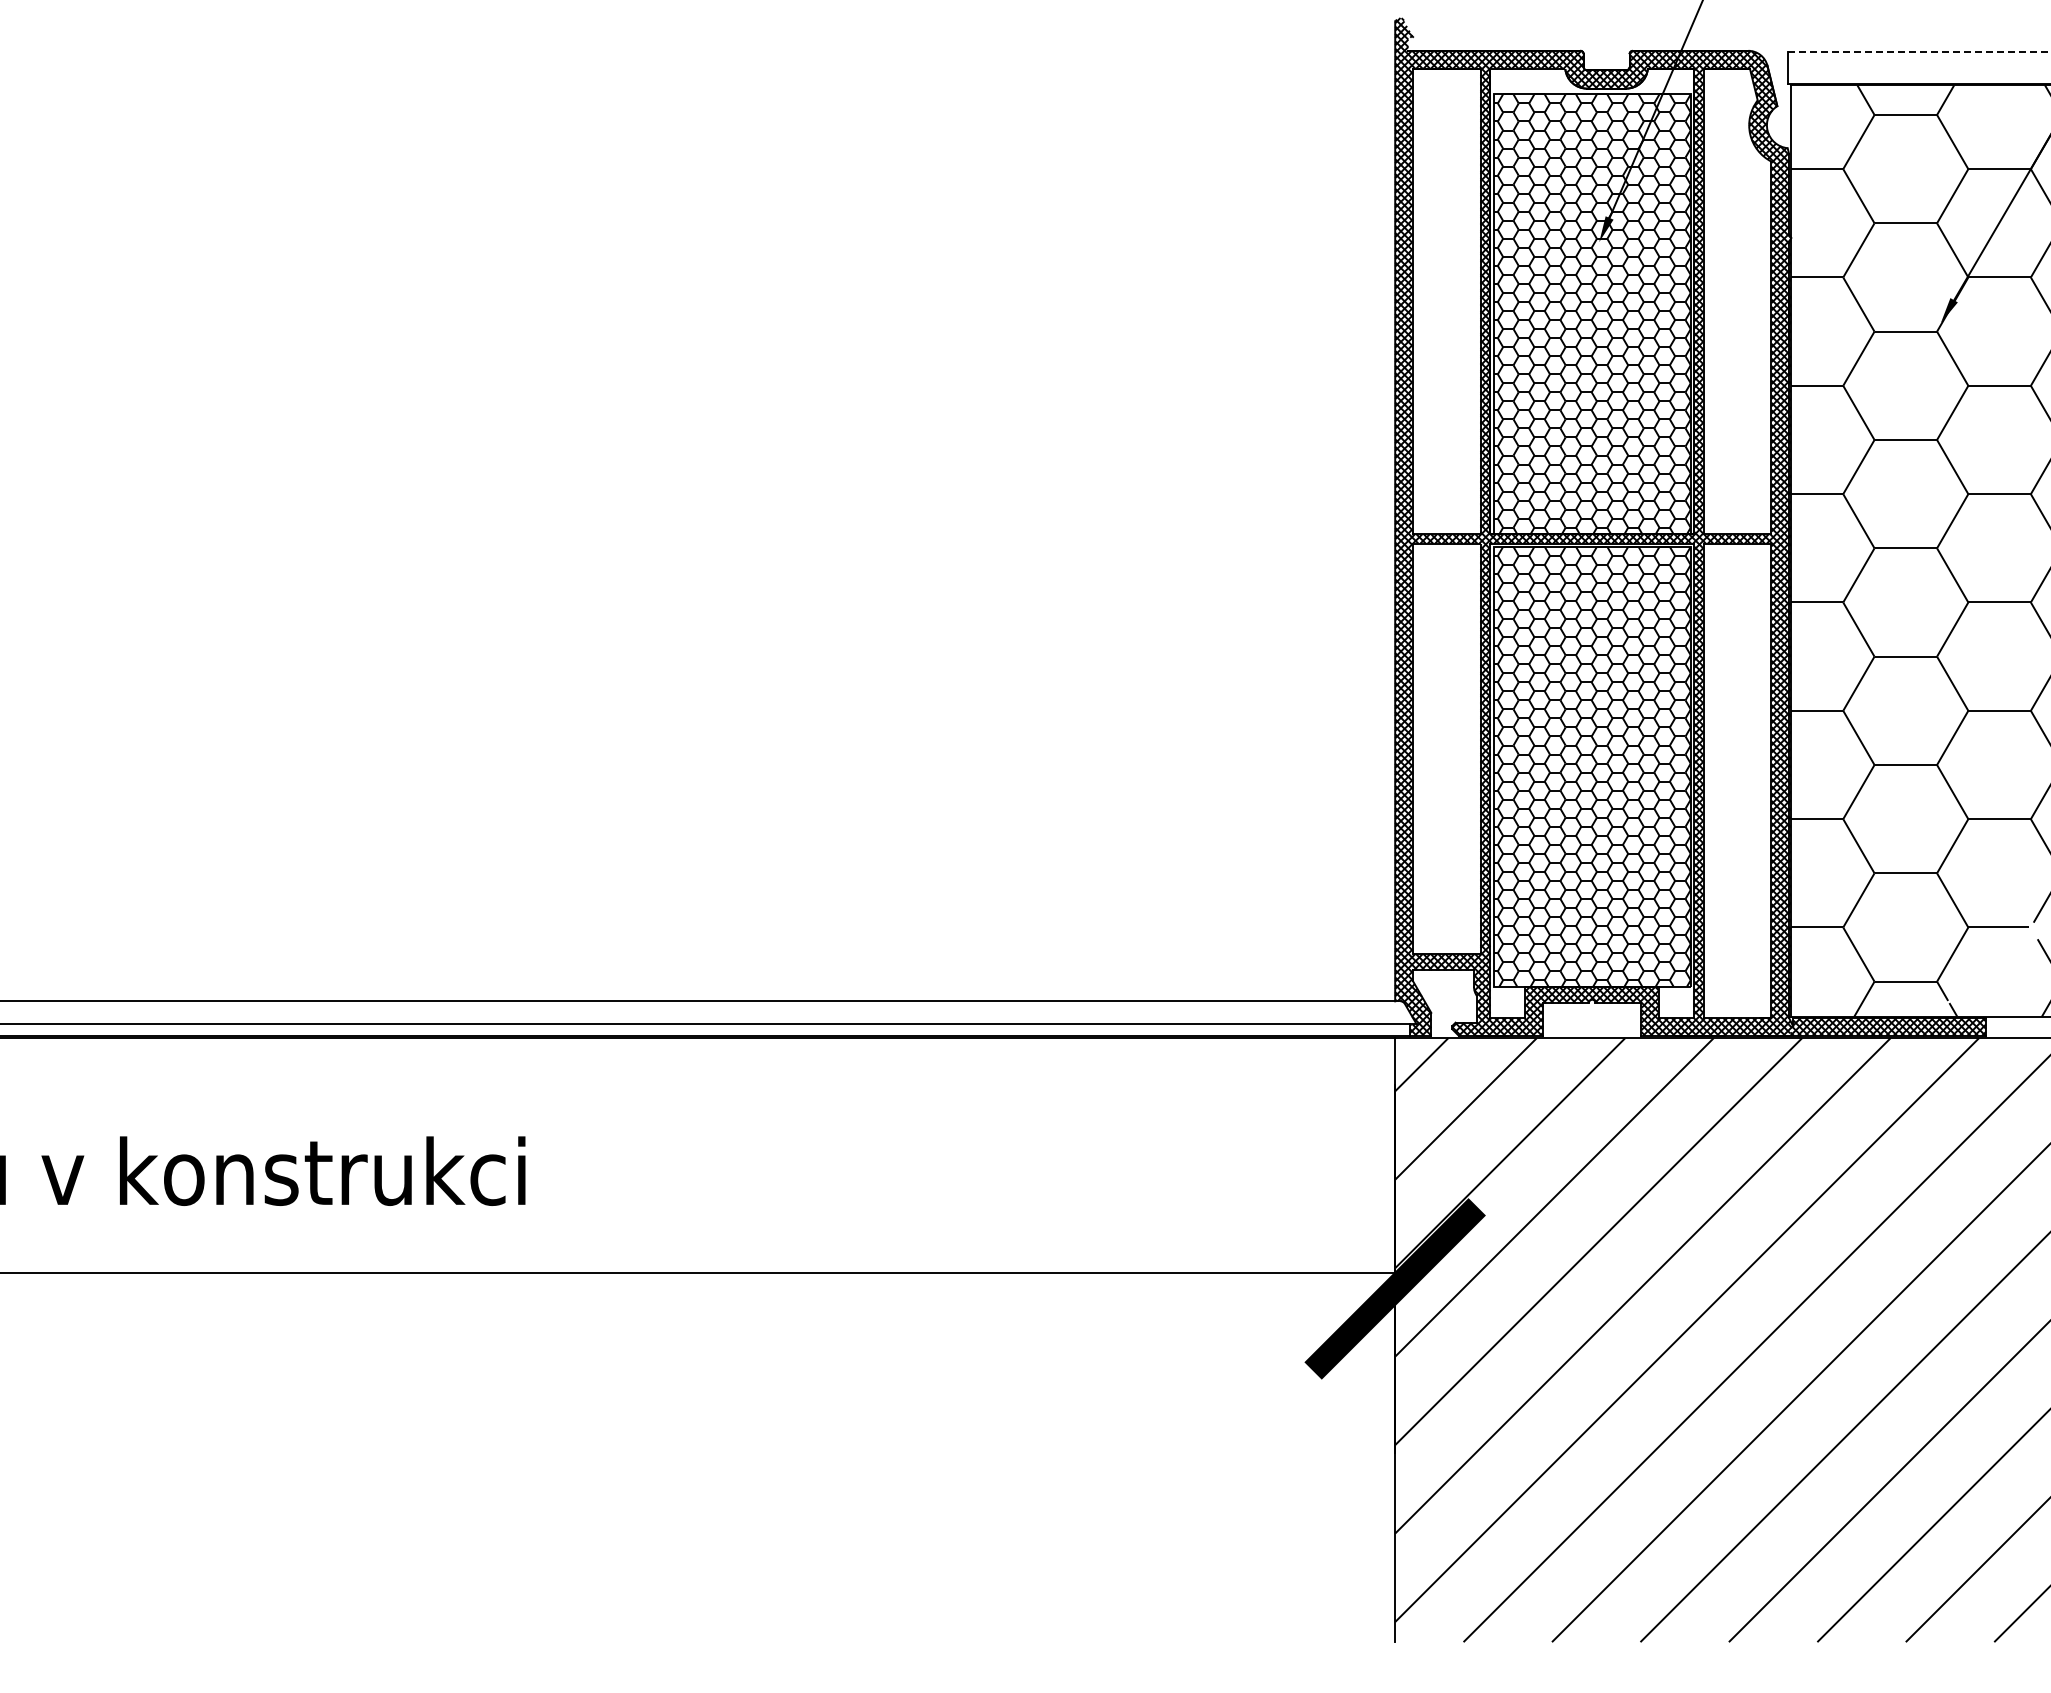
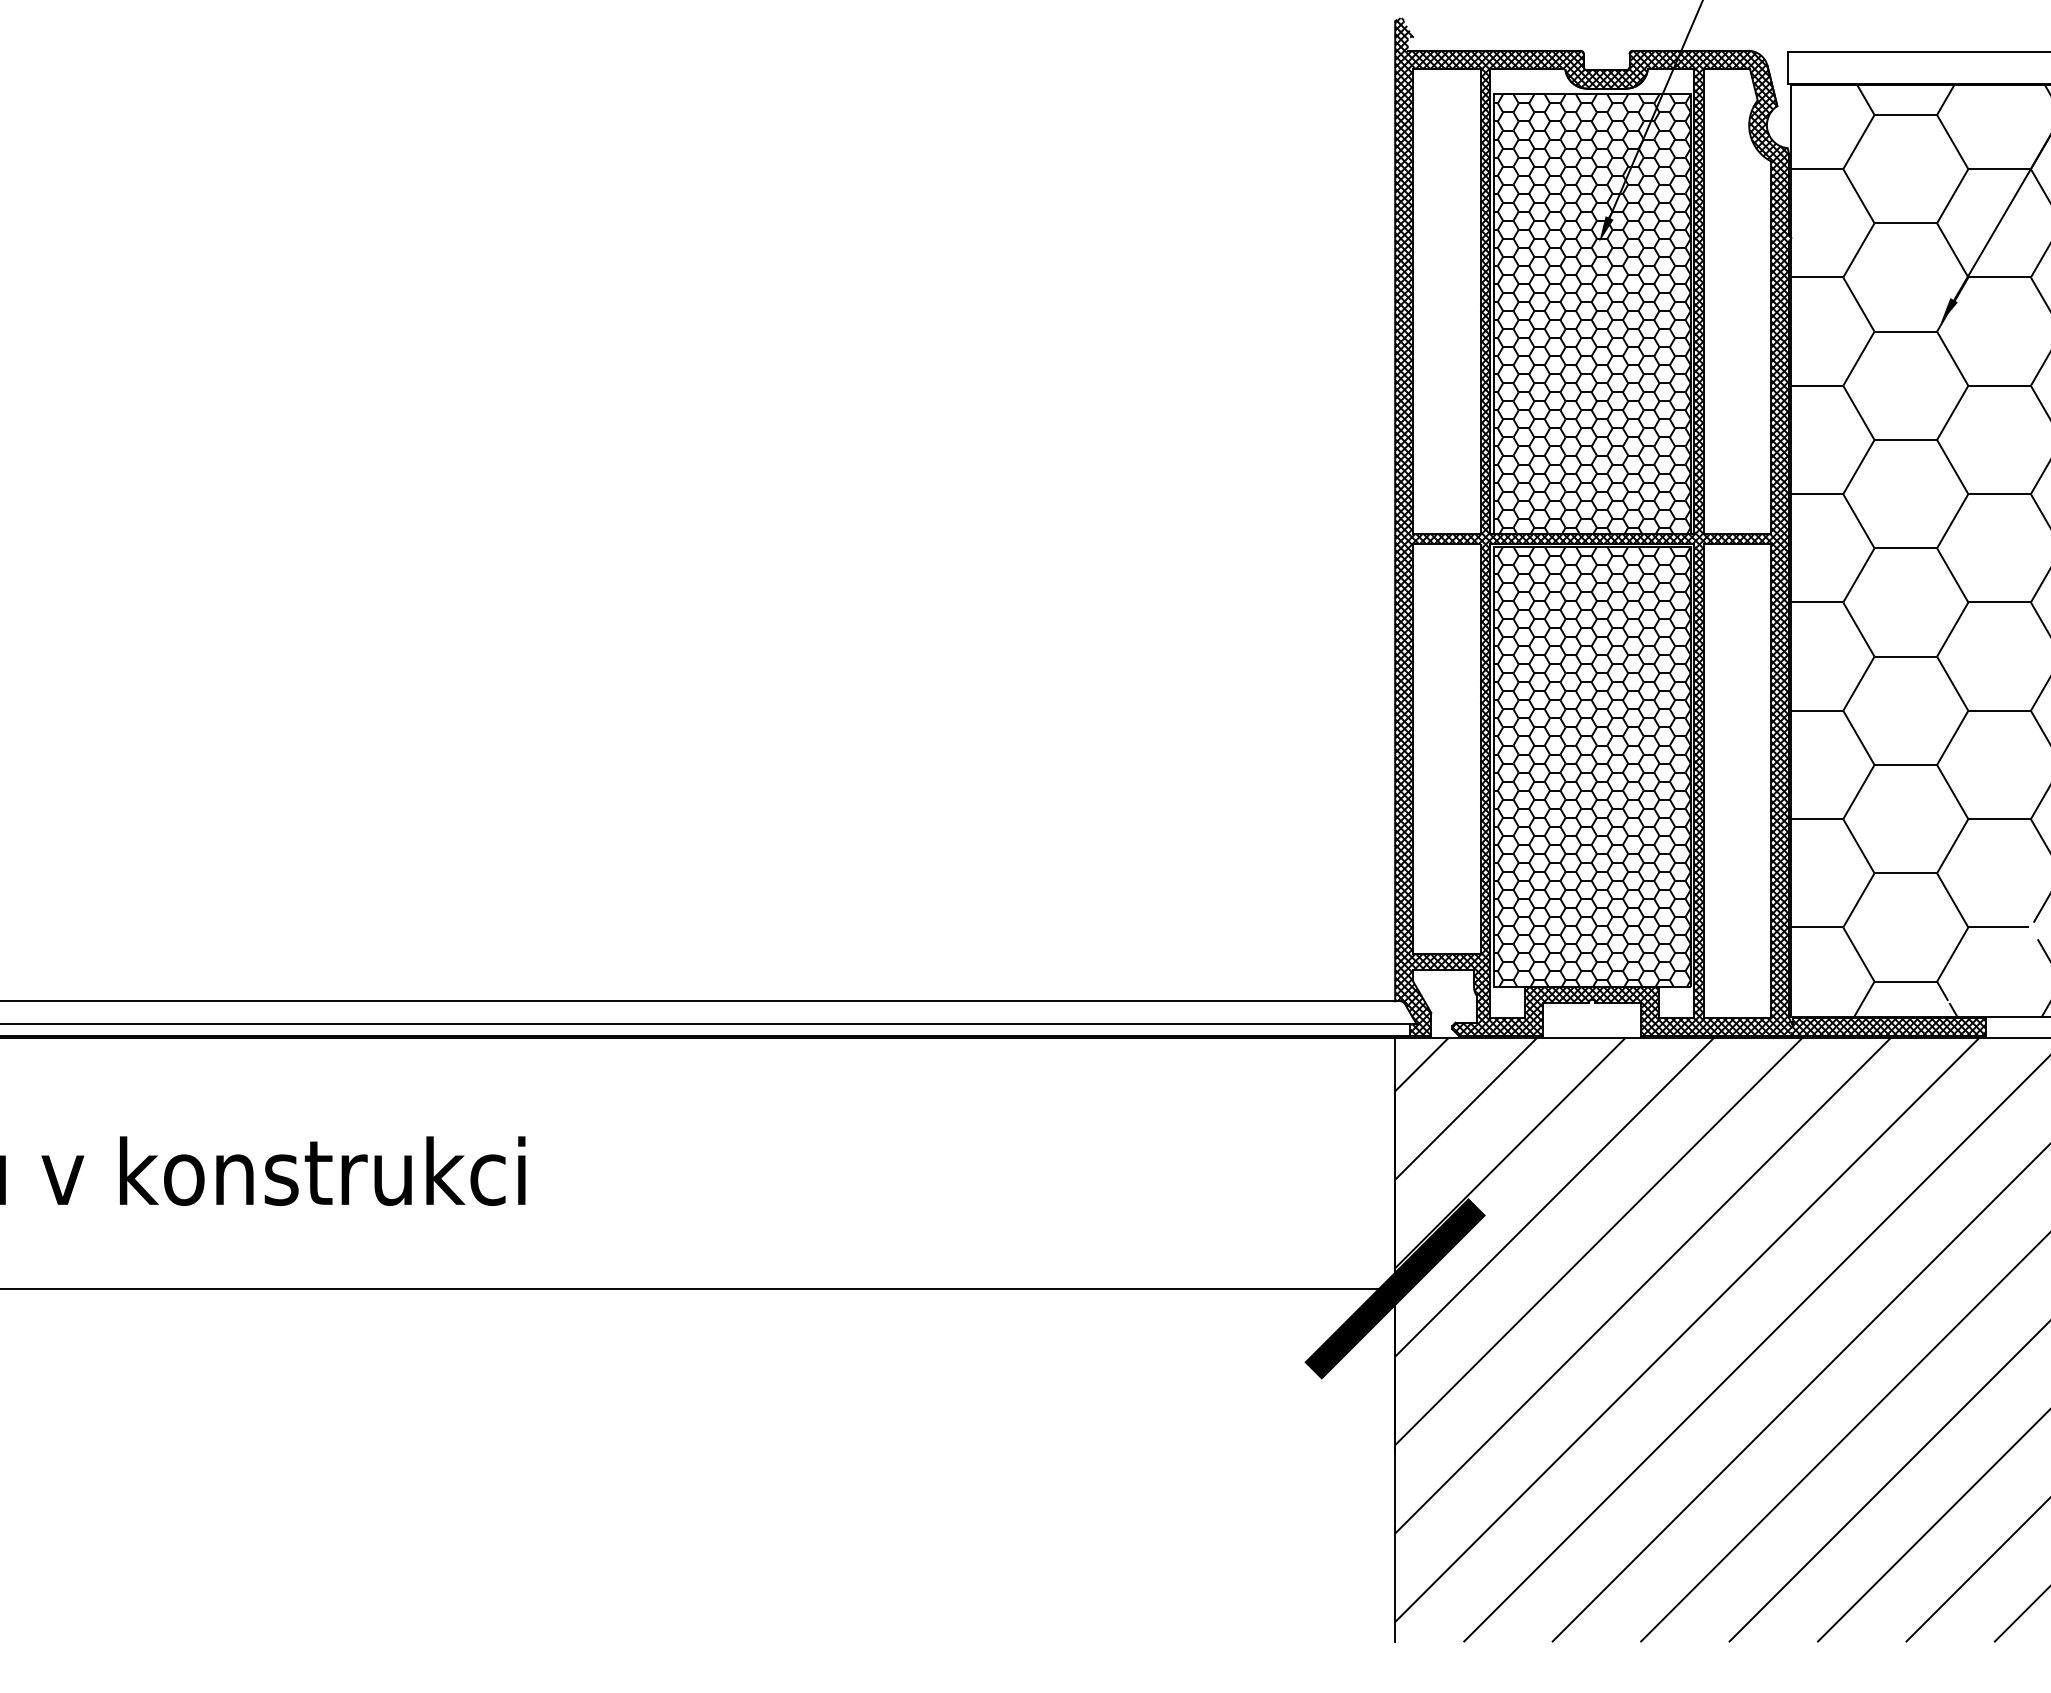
line at (1919, 51): dashed -> solid
line at (698, 1272) position: (698, 1272) -> (698, 1288)
